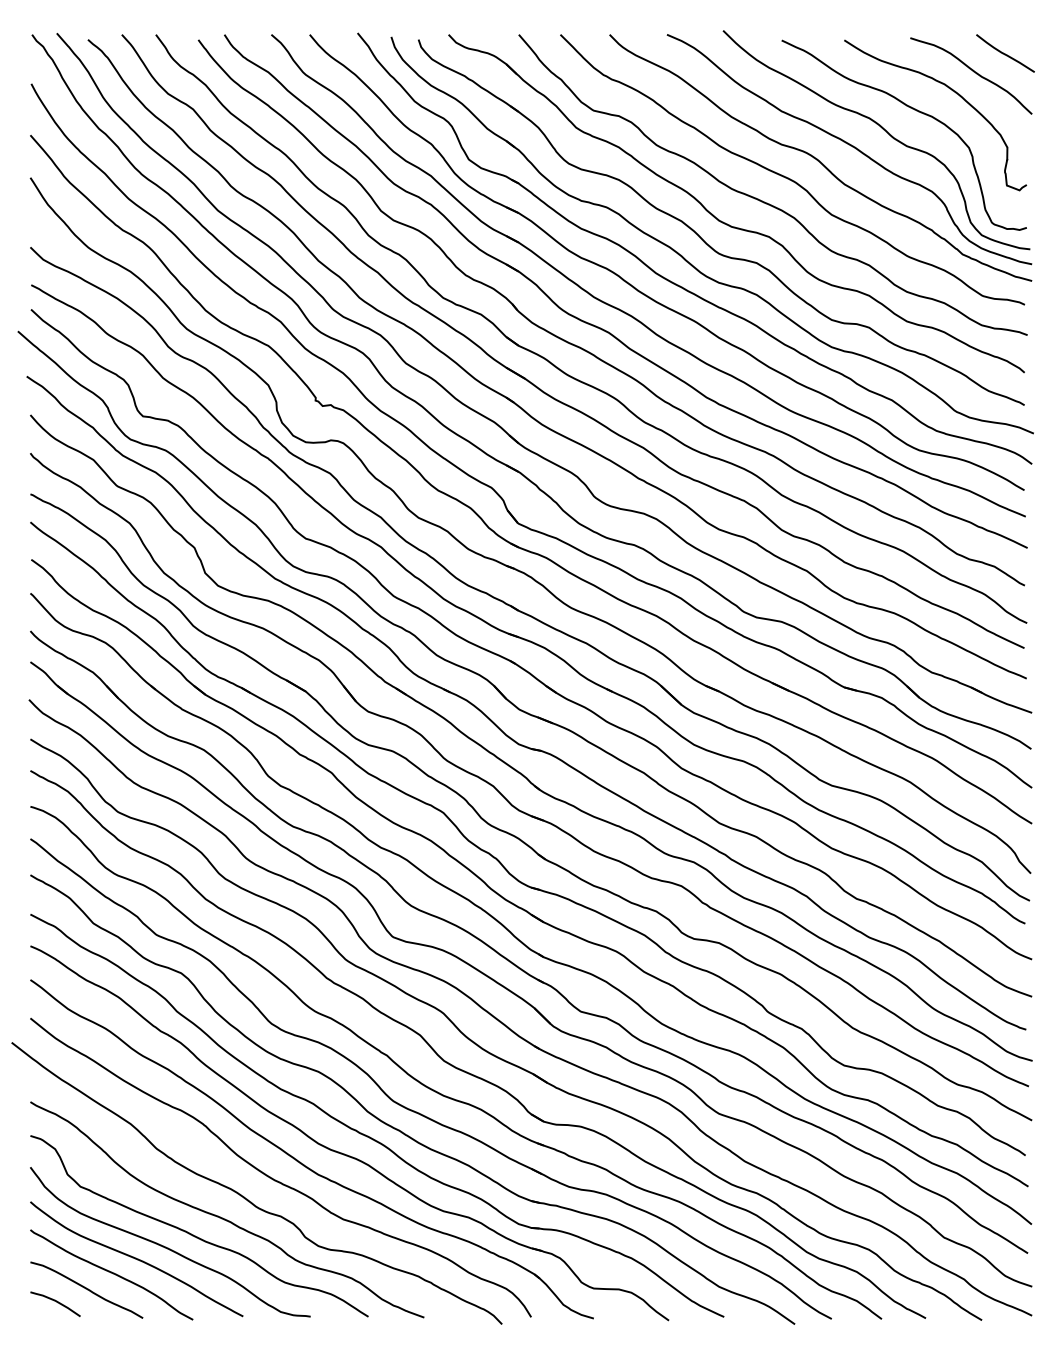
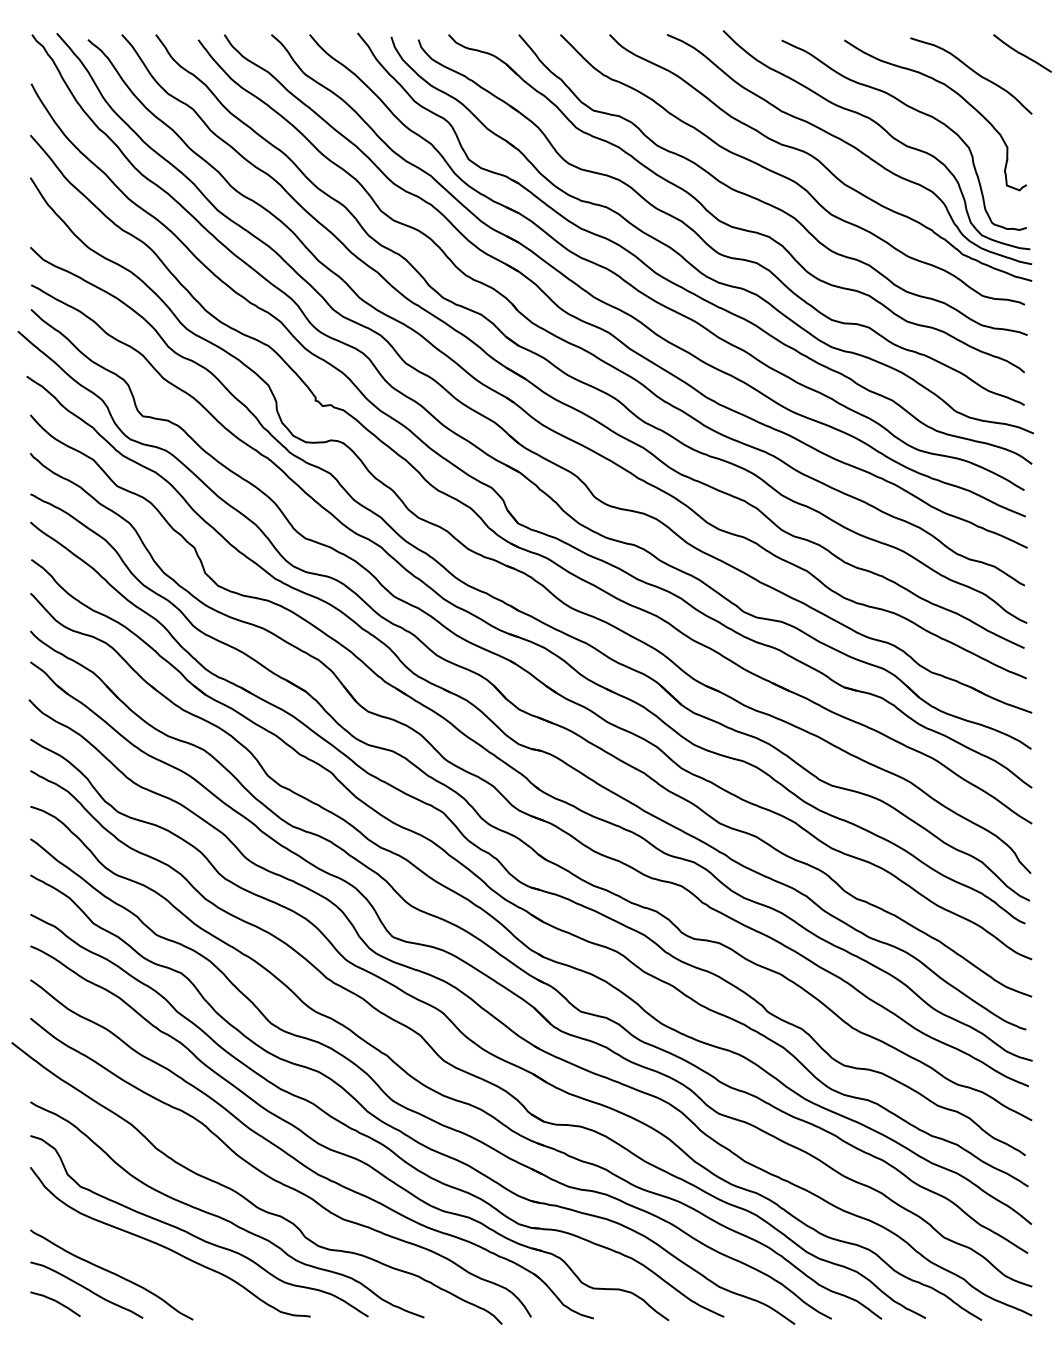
curve at (1005, 53) position: (1005, 53) -> (1022, 53)
curve at (136, 1259): present -> none
